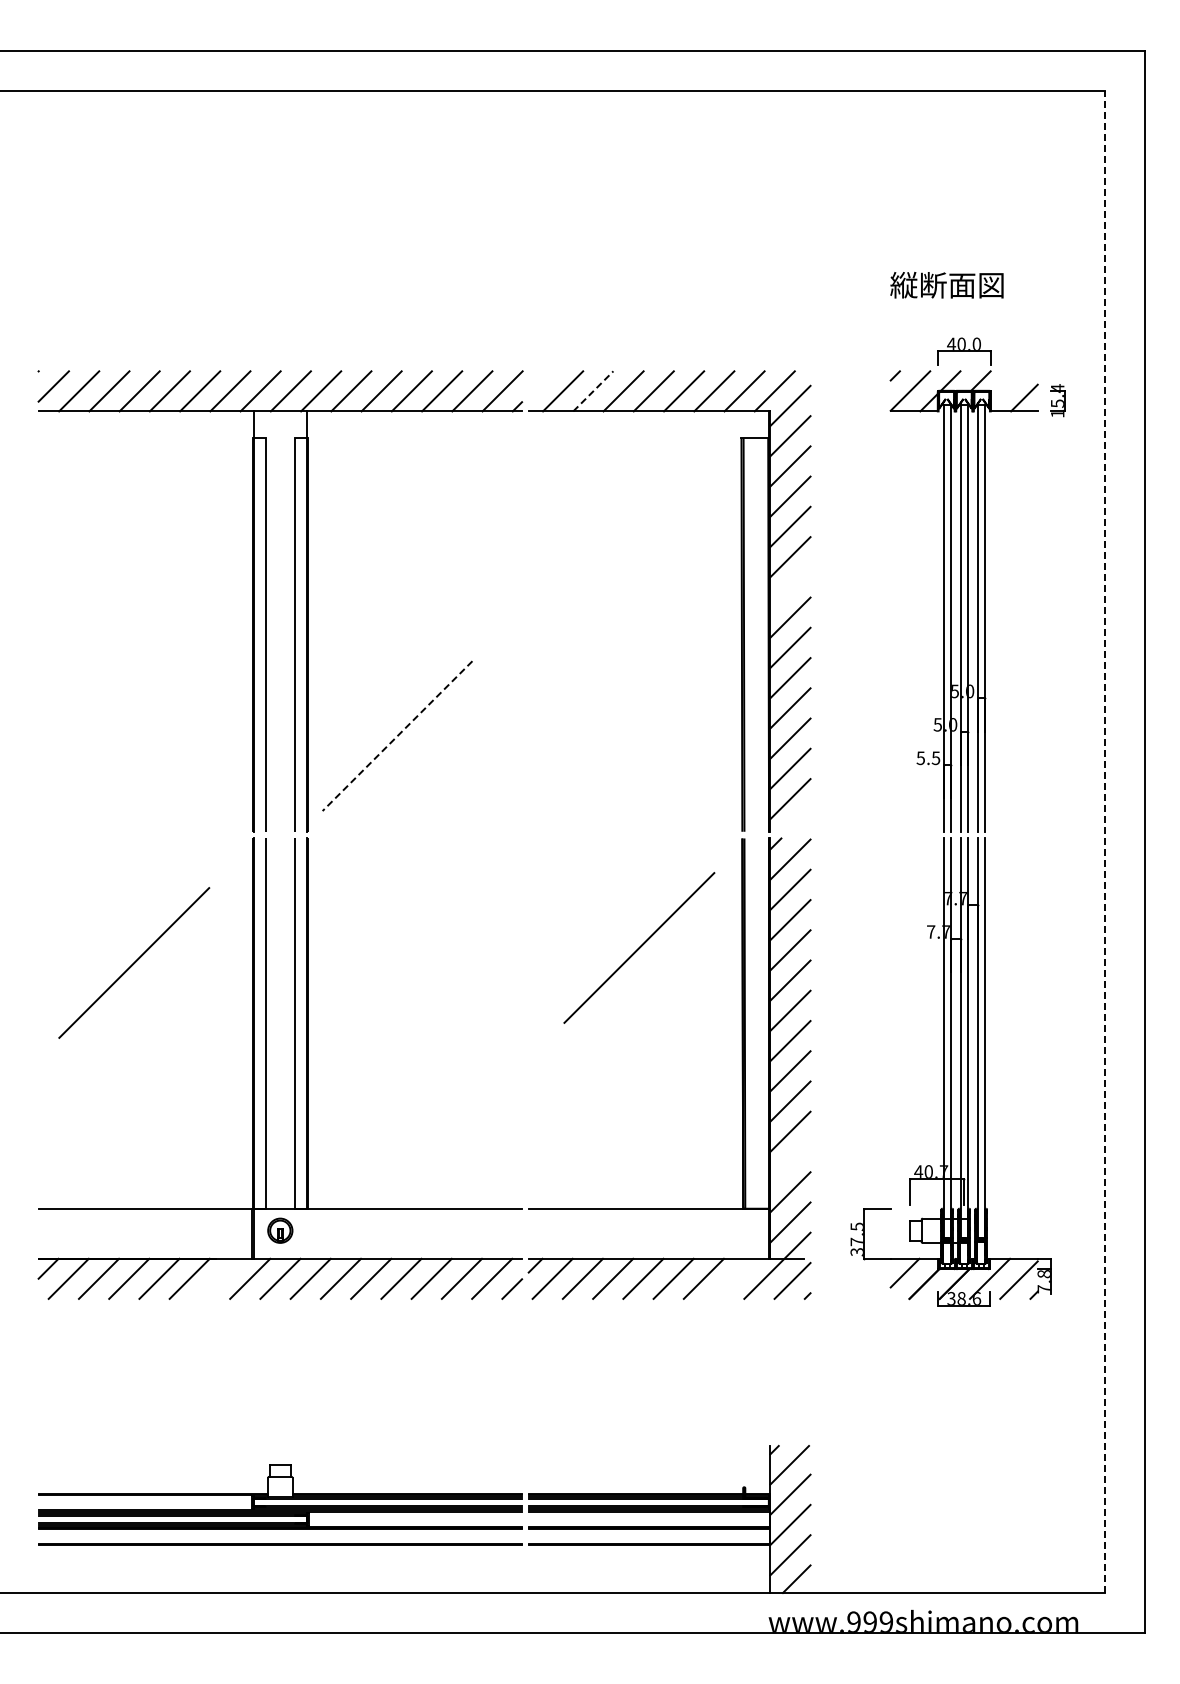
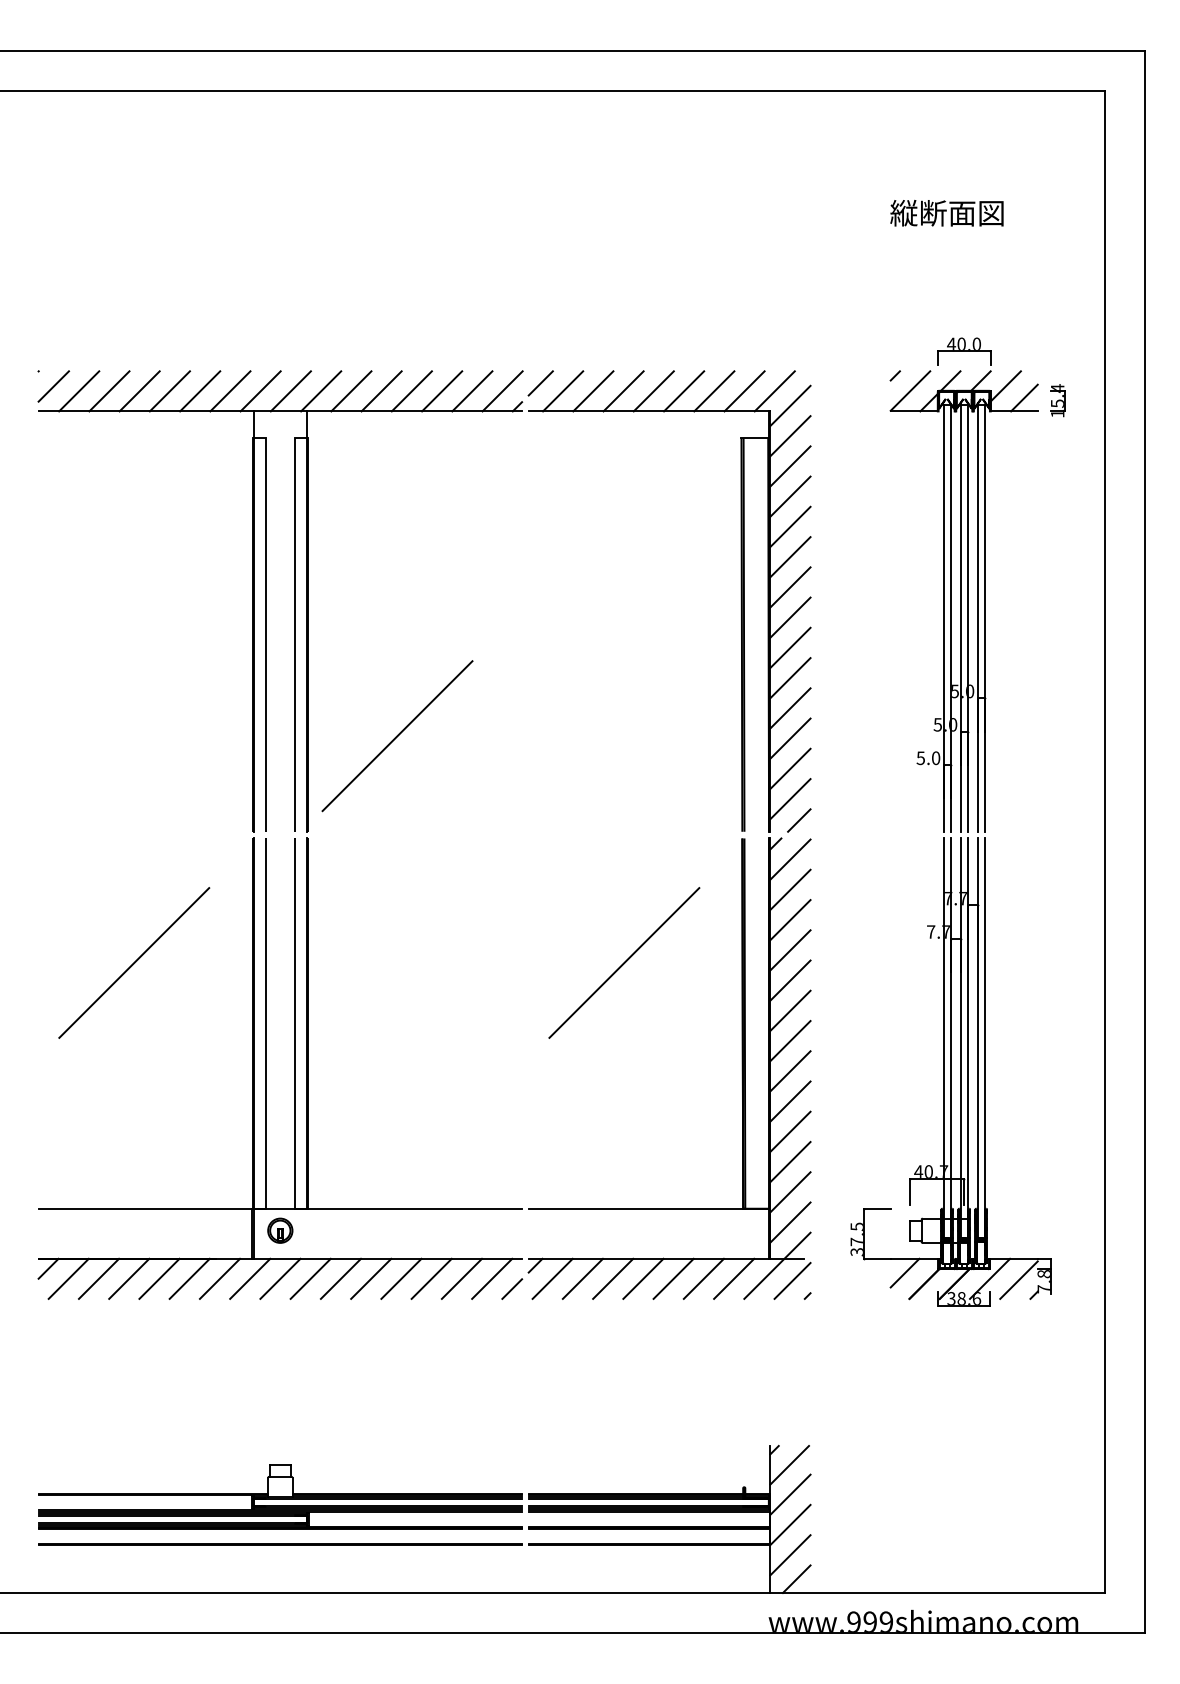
text at (946, 285) position: (946, 285) -> (946, 213)
line at (540, 383): none -> present
line at (1005, 386): none -> present
line at (593, 391): dashed -> solid
line at (790, 587): none -> present
line at (397, 736): dashed -> solid
text at (935, 757): 5.5 -> 5.0
line at (799, 820): none -> present
line at (1104, 841): dashed -> solid
line at (639, 947) position: (639, 947) -> (624, 962)
line at (790, 1162): none -> present
line at (219, 1278): none -> present
line at (734, 1278): none -> present
